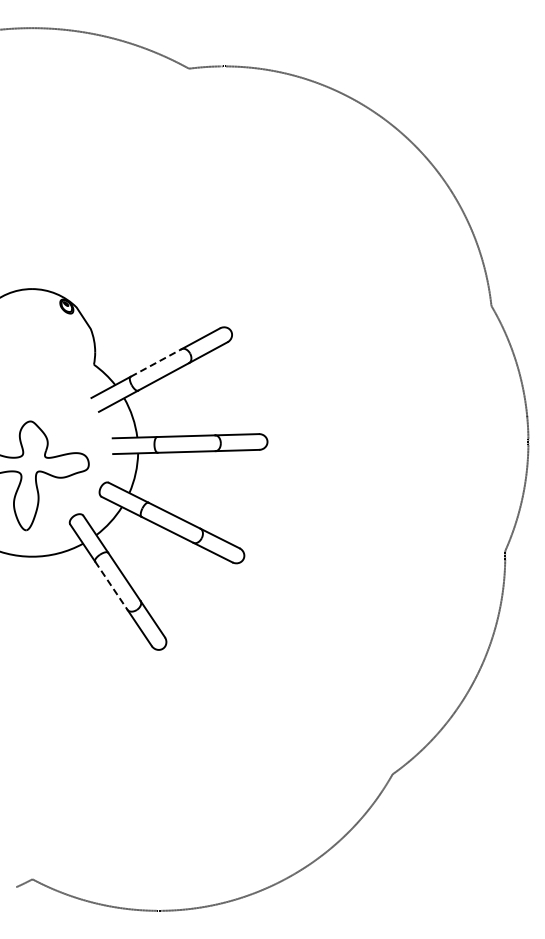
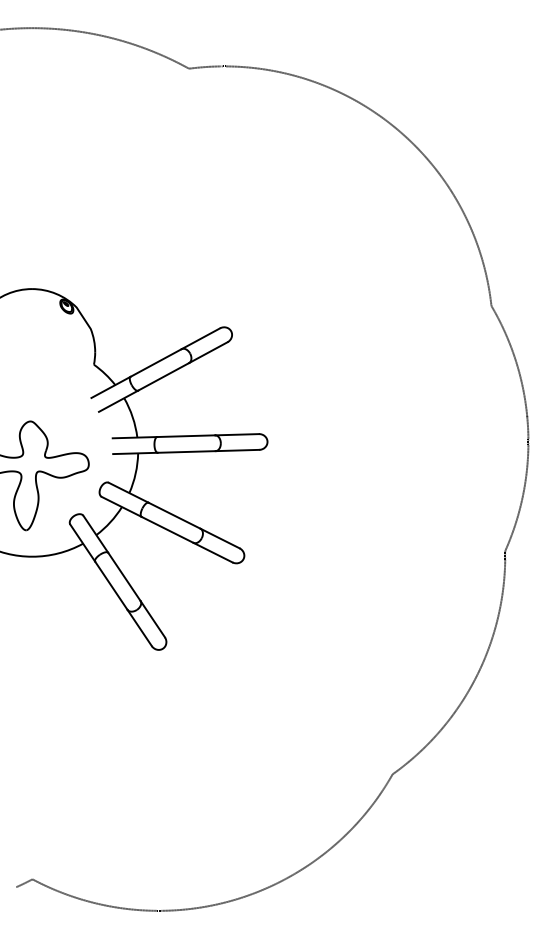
line at (156, 362): dashed -> solid
line at (111, 585): dashed -> solid
